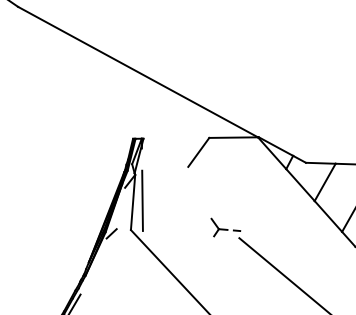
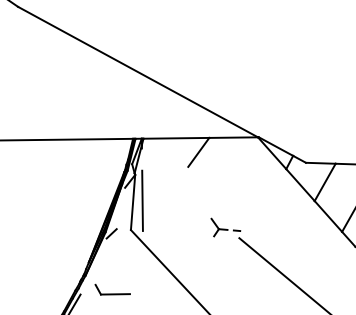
line at (176, 137): none -> present
line at (67, 139): none -> present
part at (112, 289): none -> present
